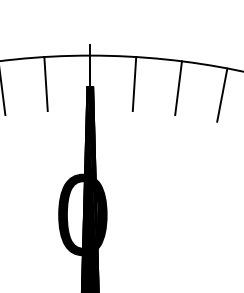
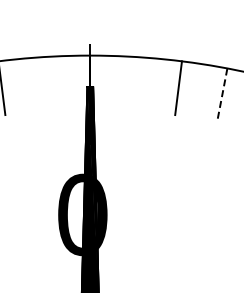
line at (45, 84): present -> none
line at (134, 84): present -> none
line at (222, 95): solid -> dashed
